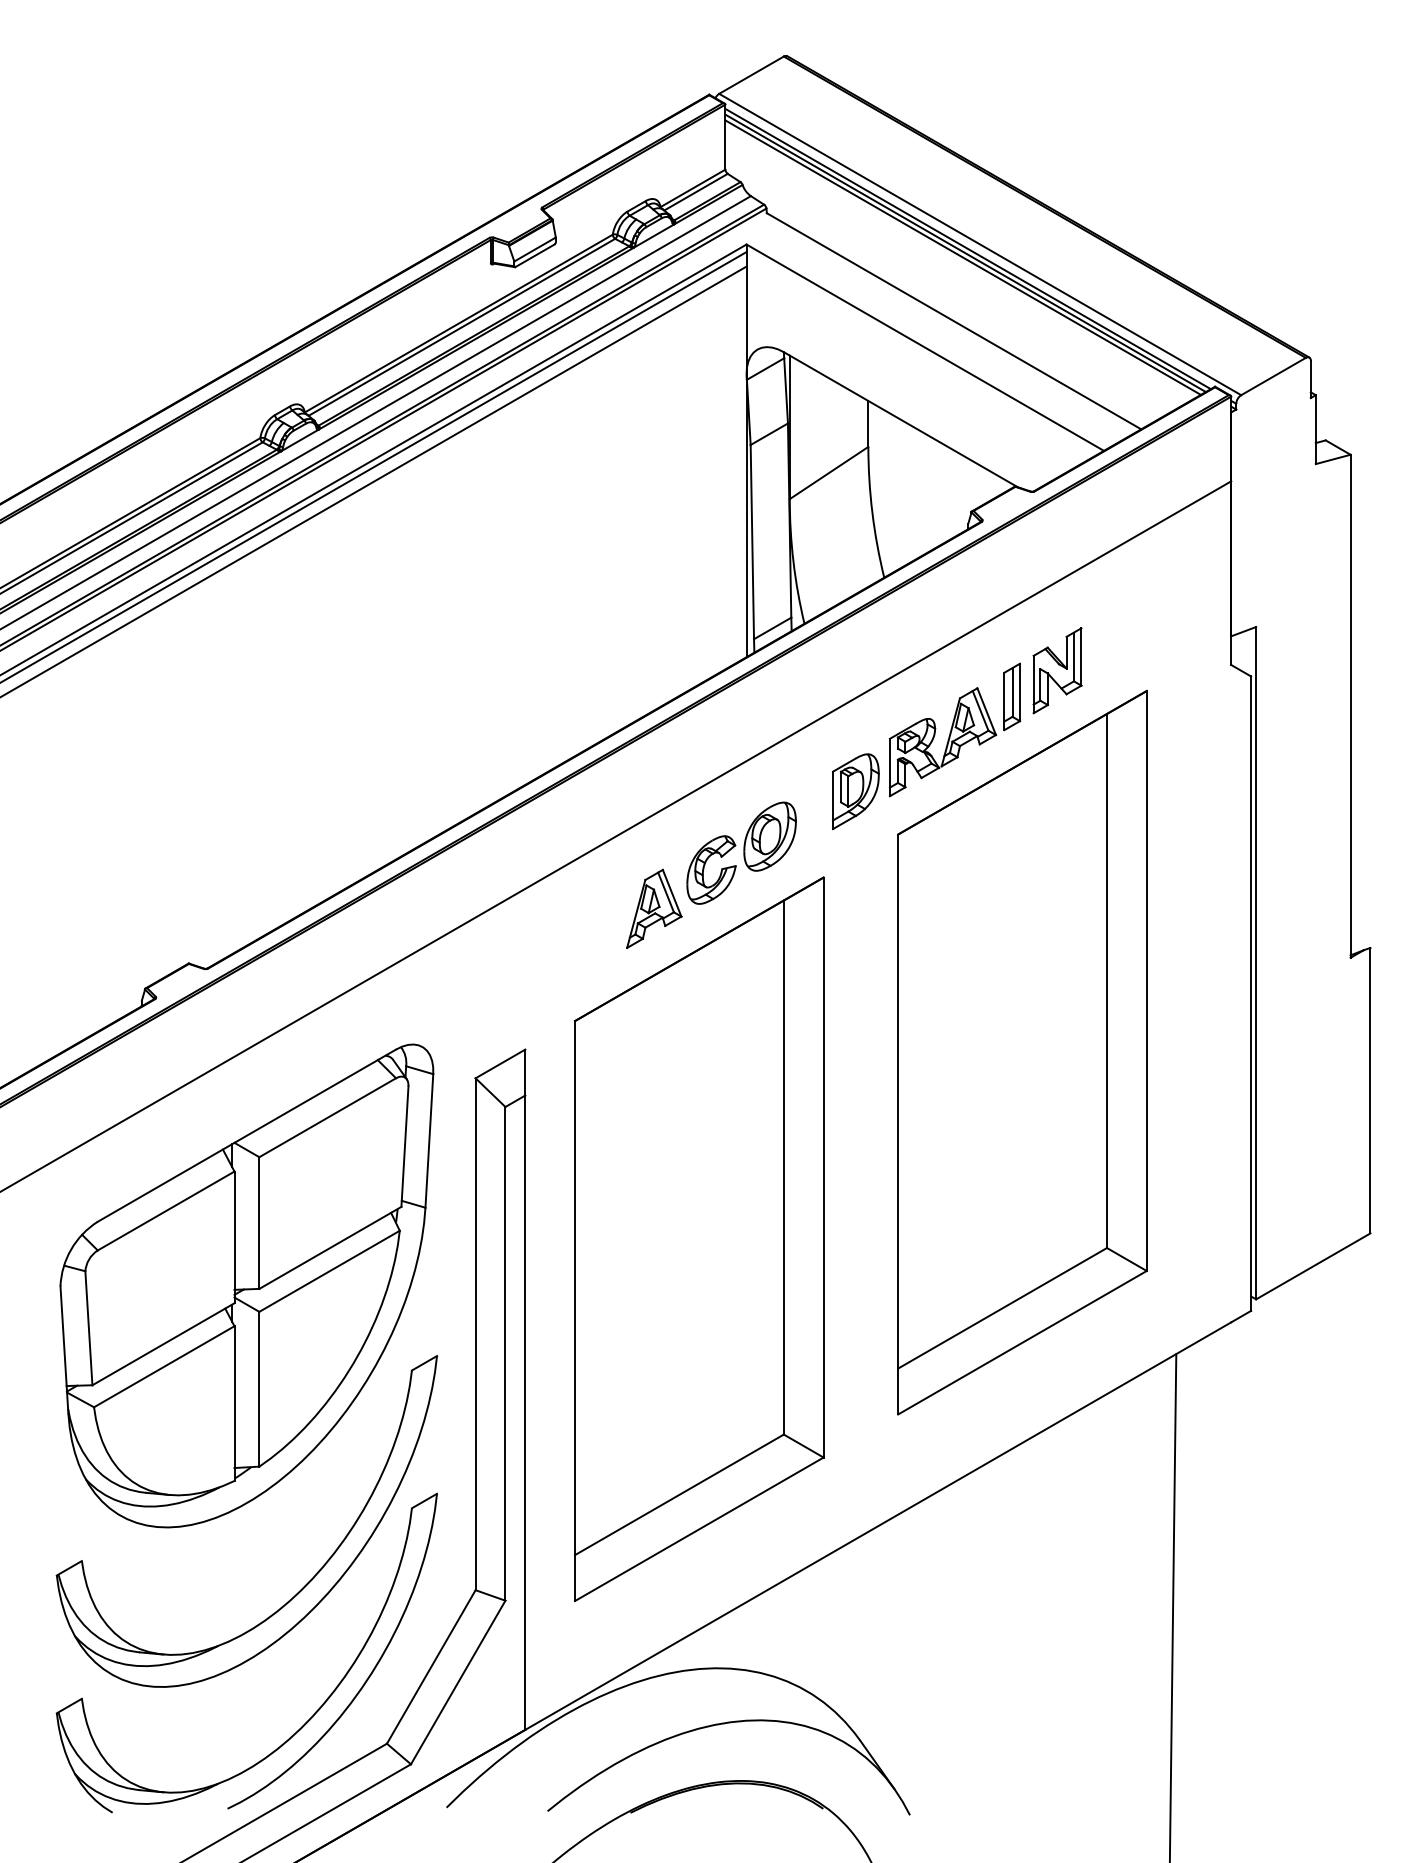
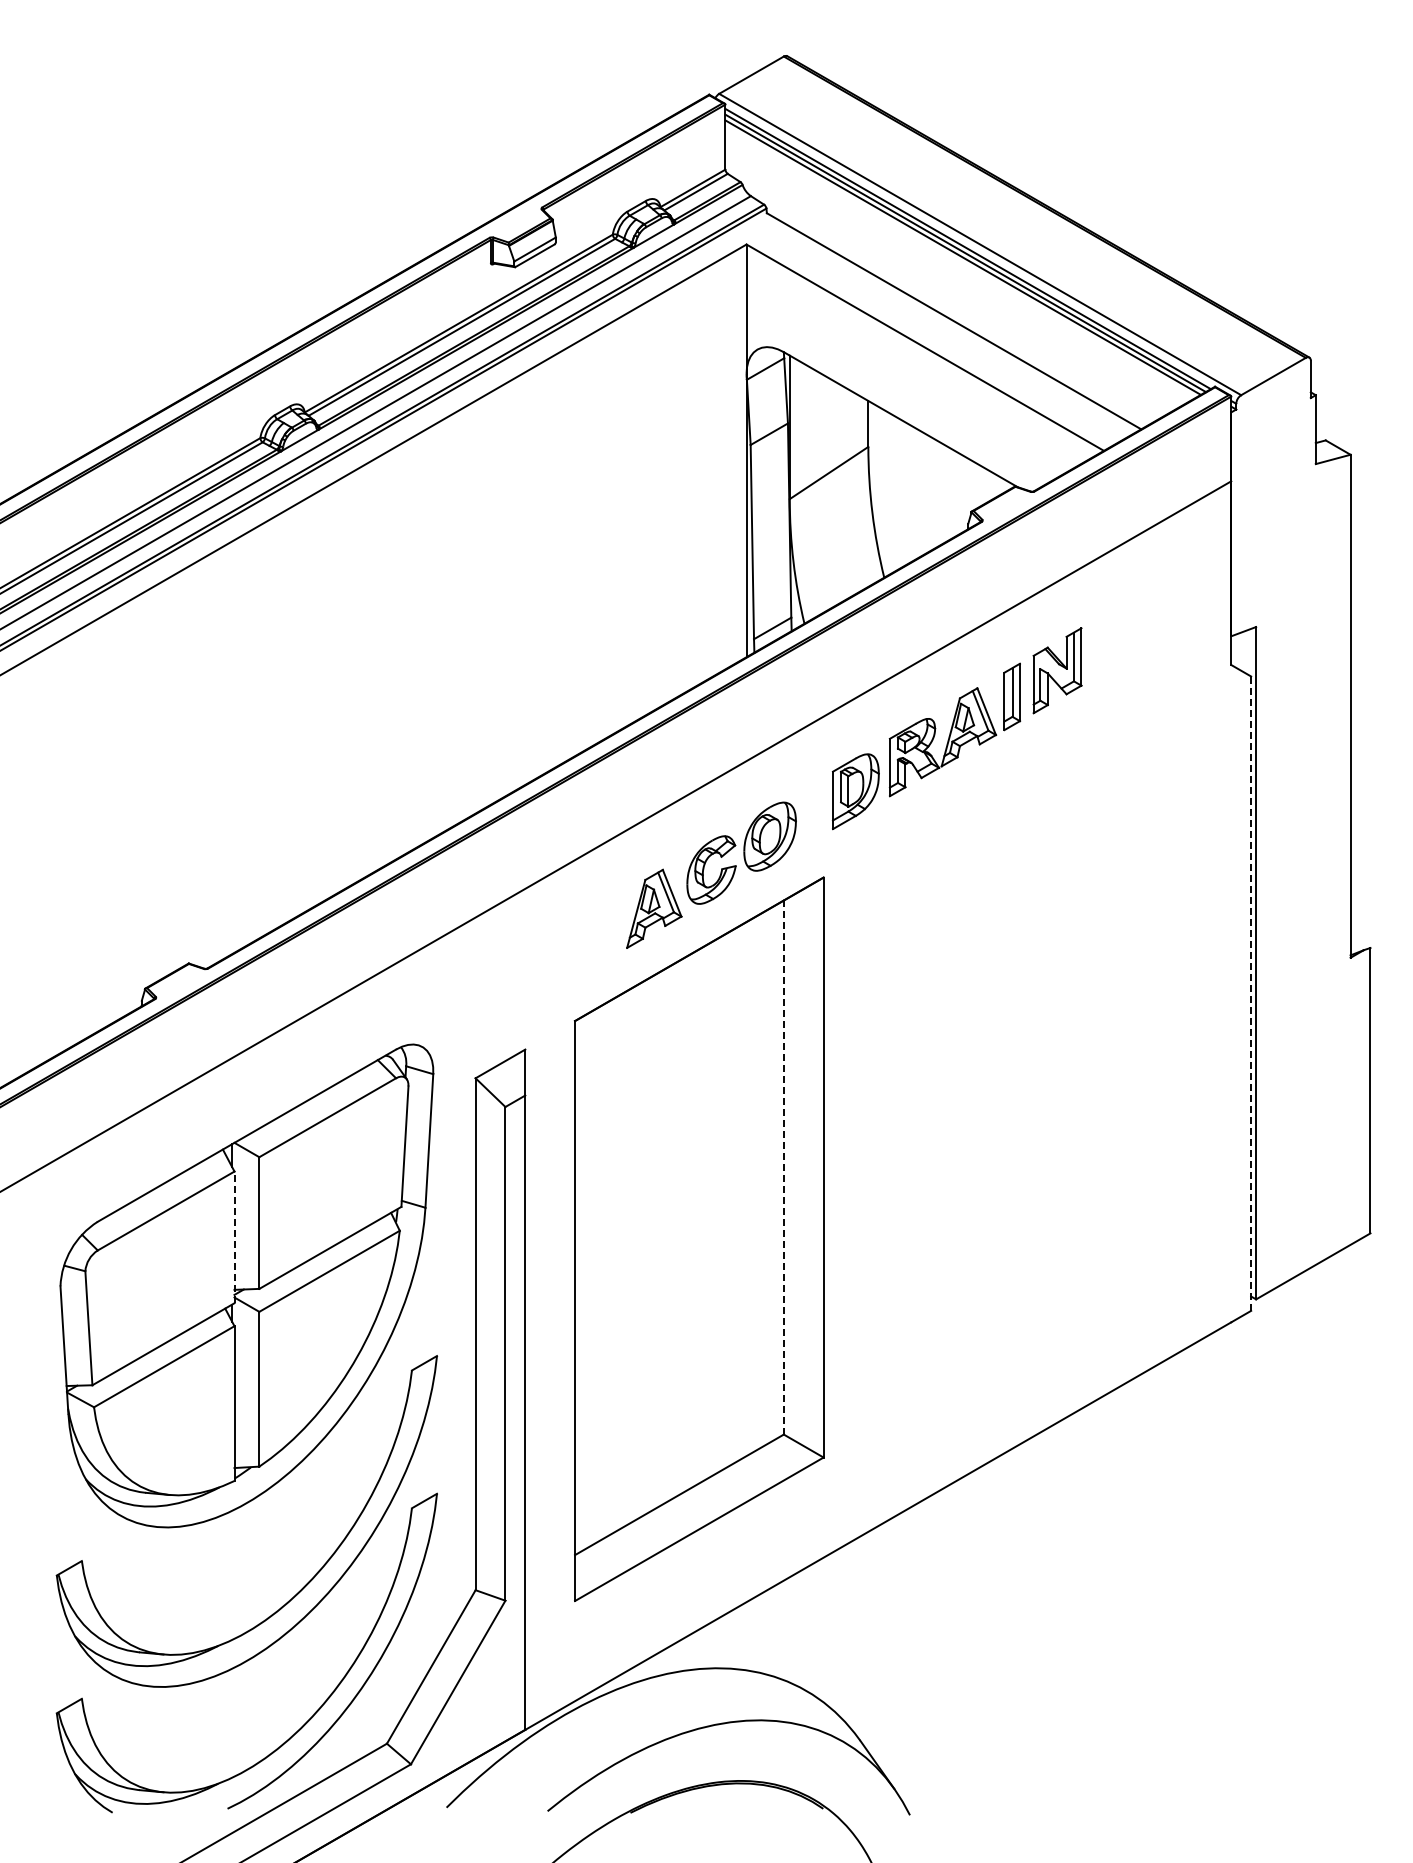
line at (374, 466): present -> none
line at (374, 481): present -> none
line at (1251, 993): solid -> dashed
part at (1022, 1052): present -> none
line at (783, 1167): solid -> dashed
line at (234, 1237): solid -> dashed
line at (1172, 1606): present -> none
